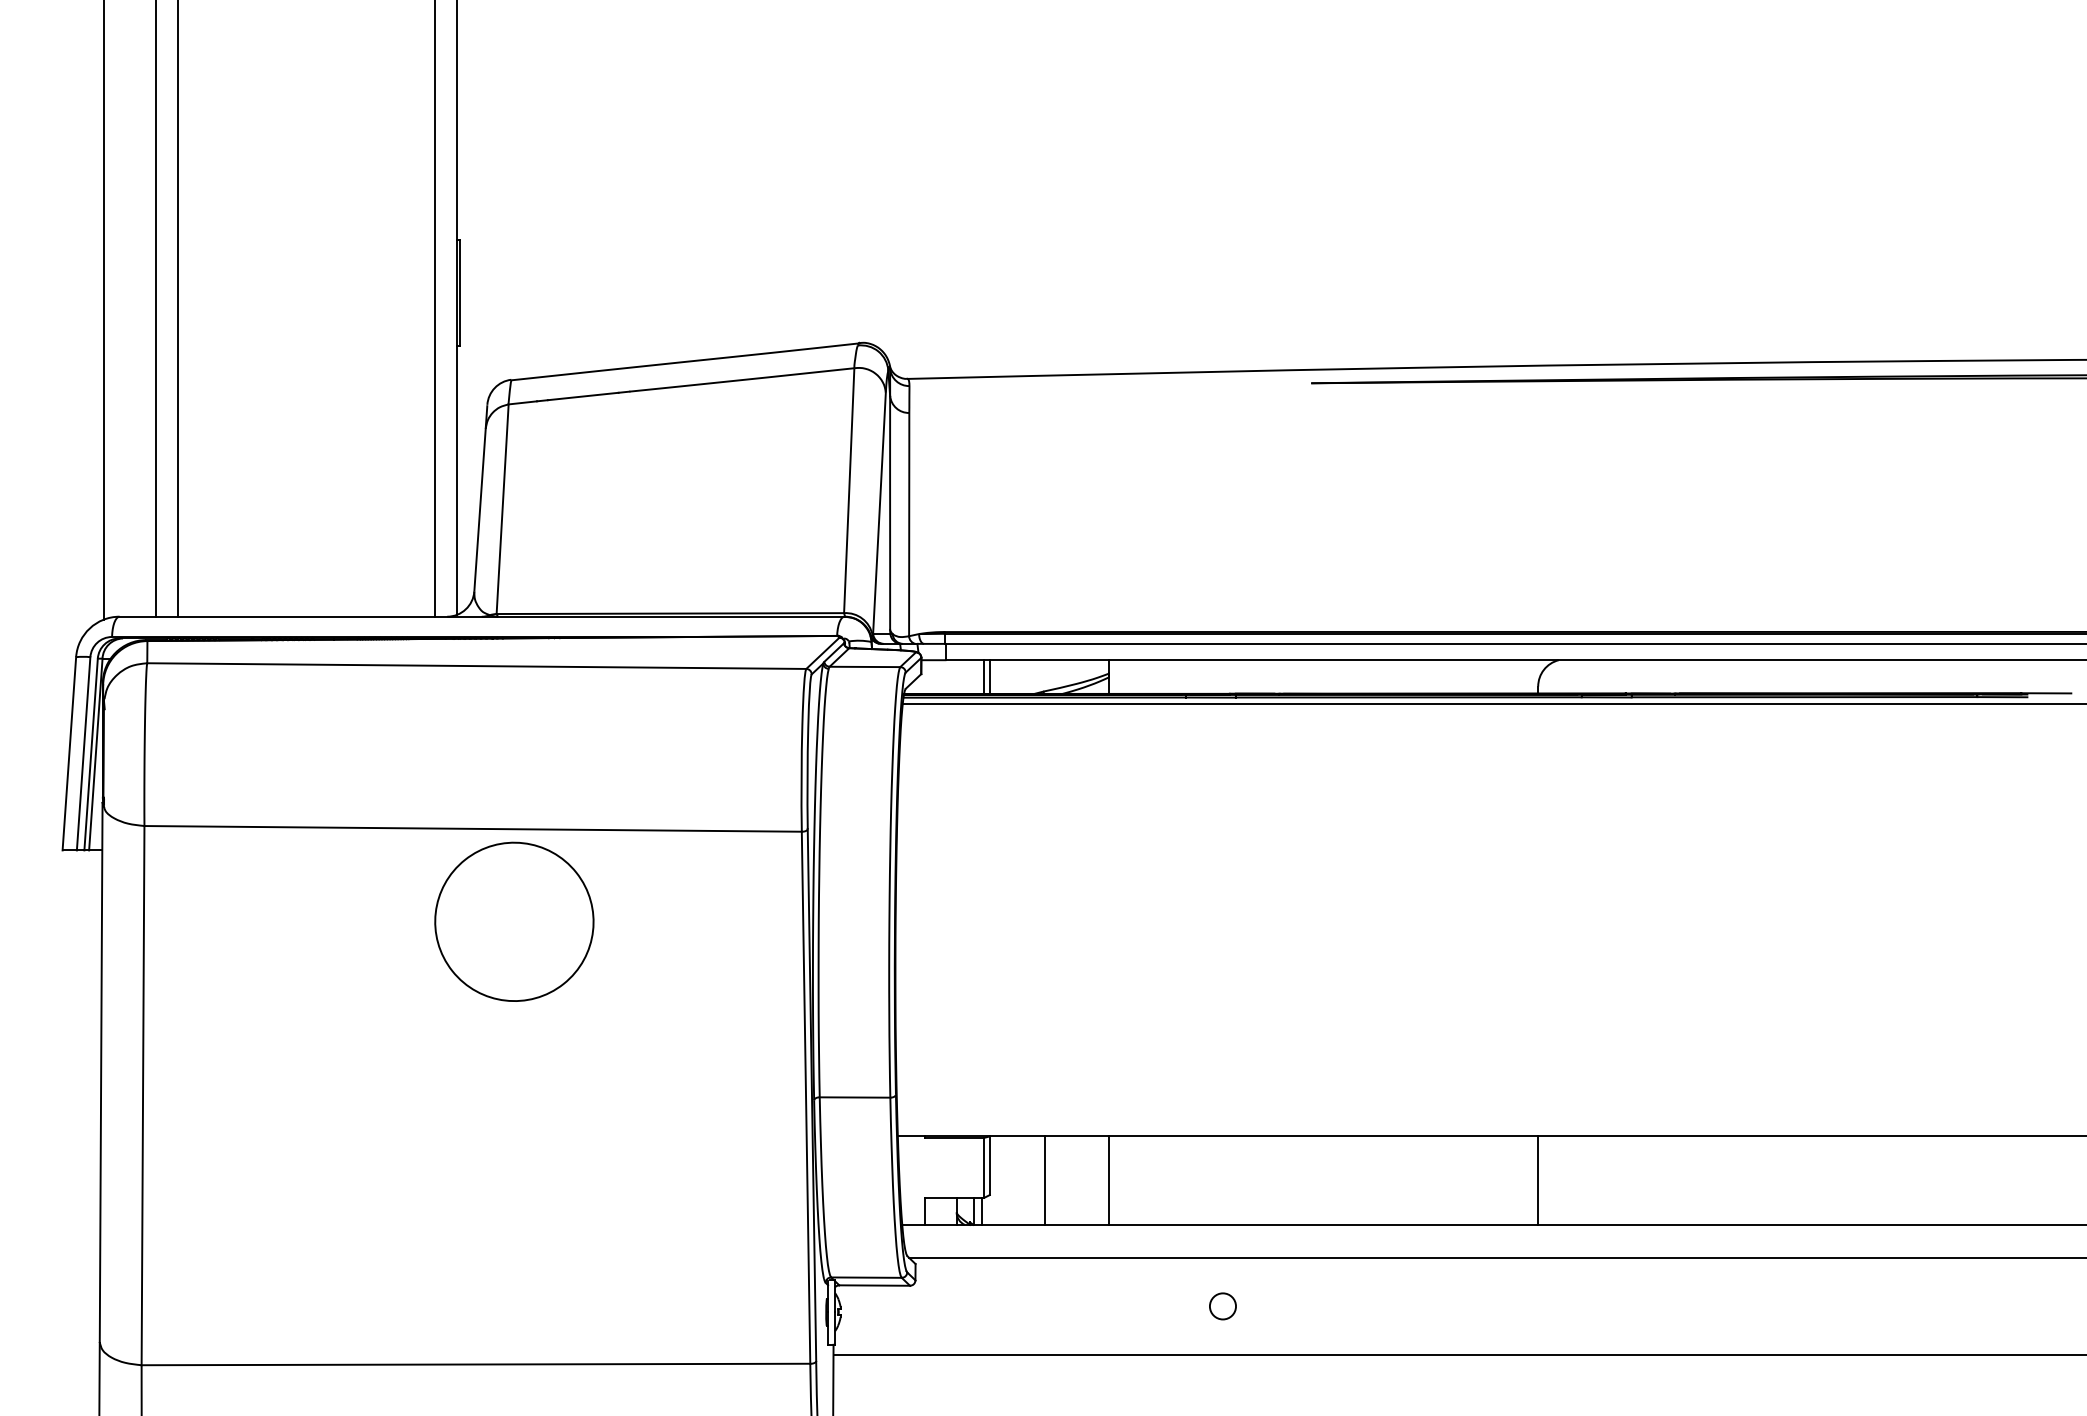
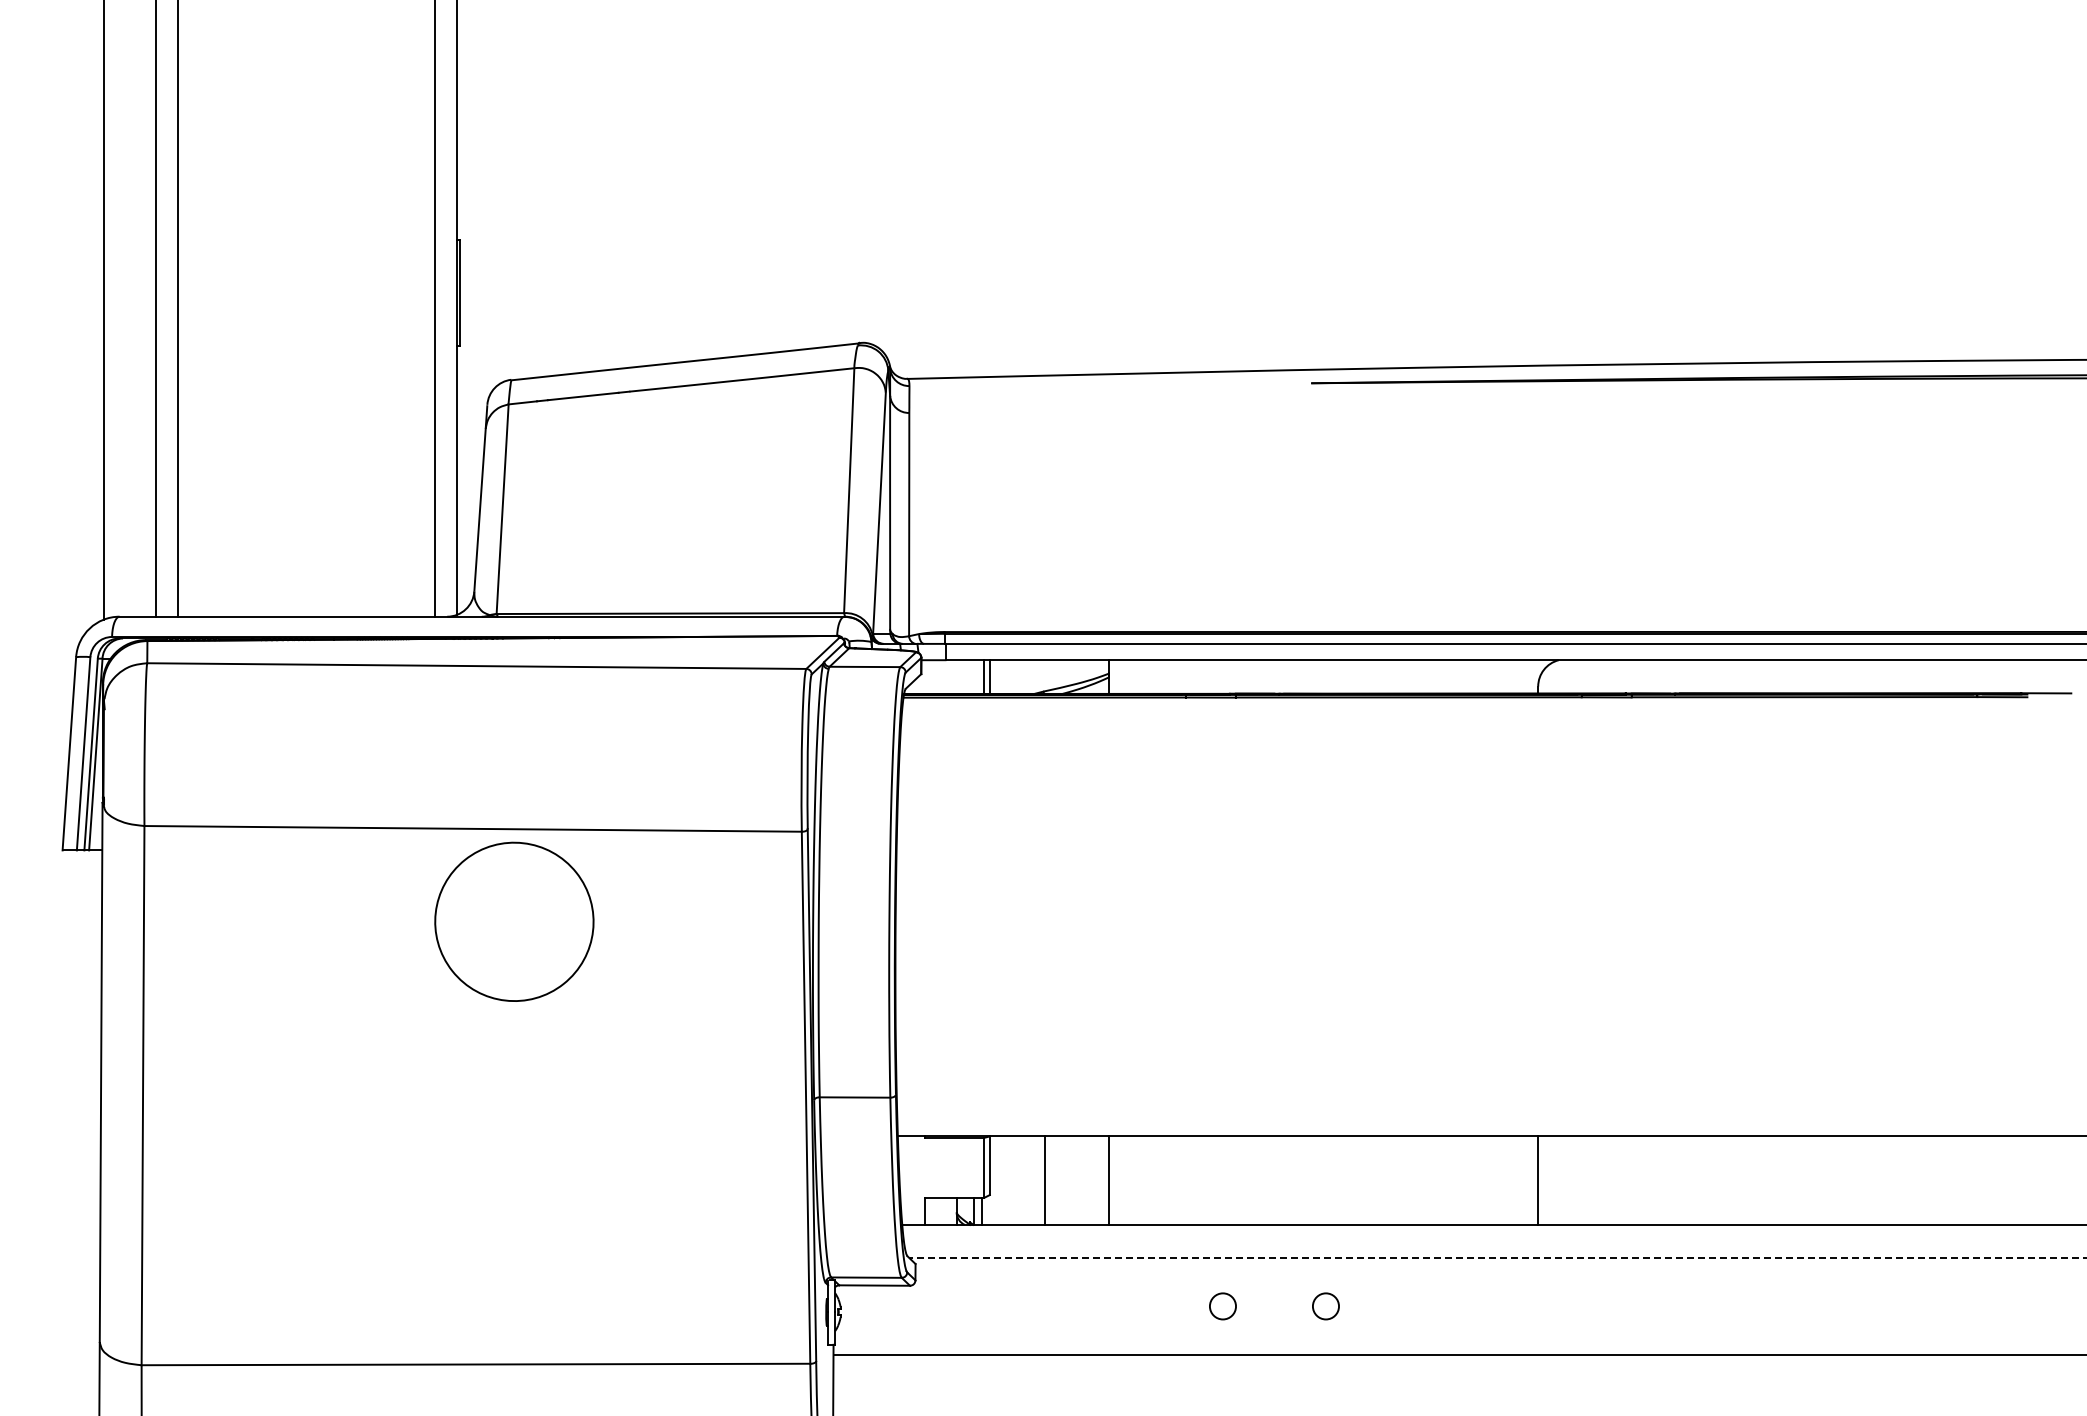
line at (1492, 704): present -> none
line at (1497, 1257): solid -> dashed
circle at (1325, 1306): none -> present
